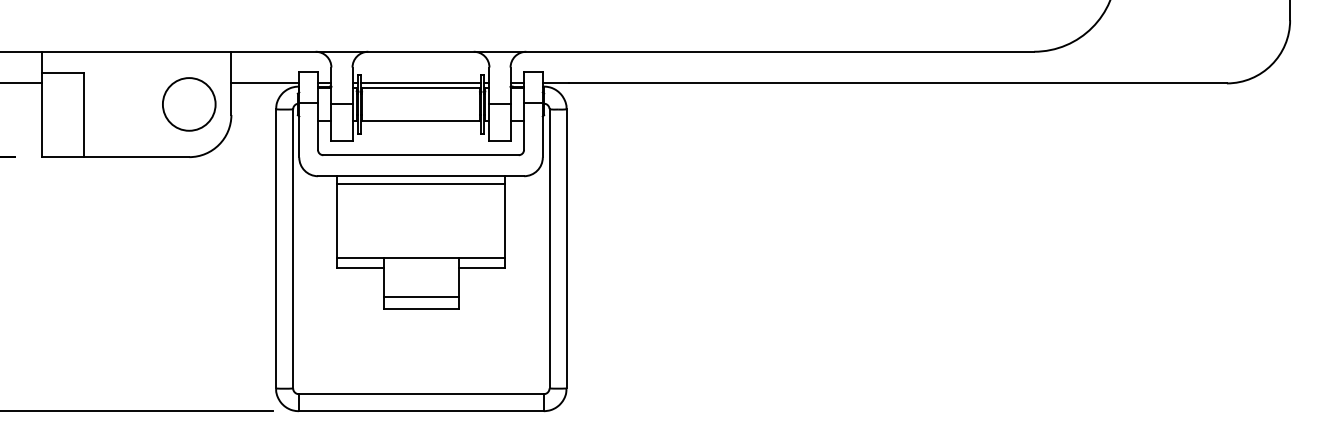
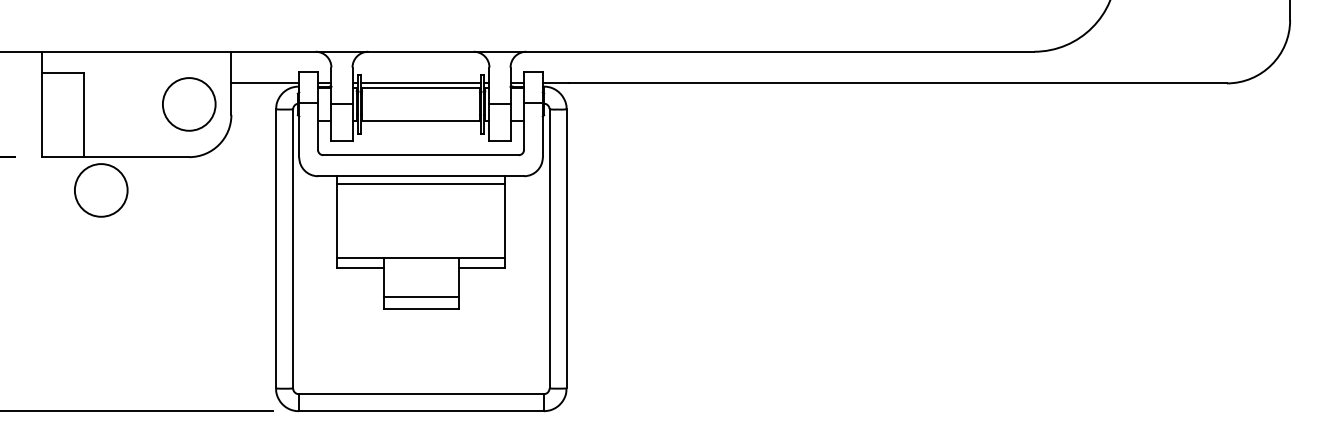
line at (21, 83): present -> none
circle at (101, 190): none -> present
